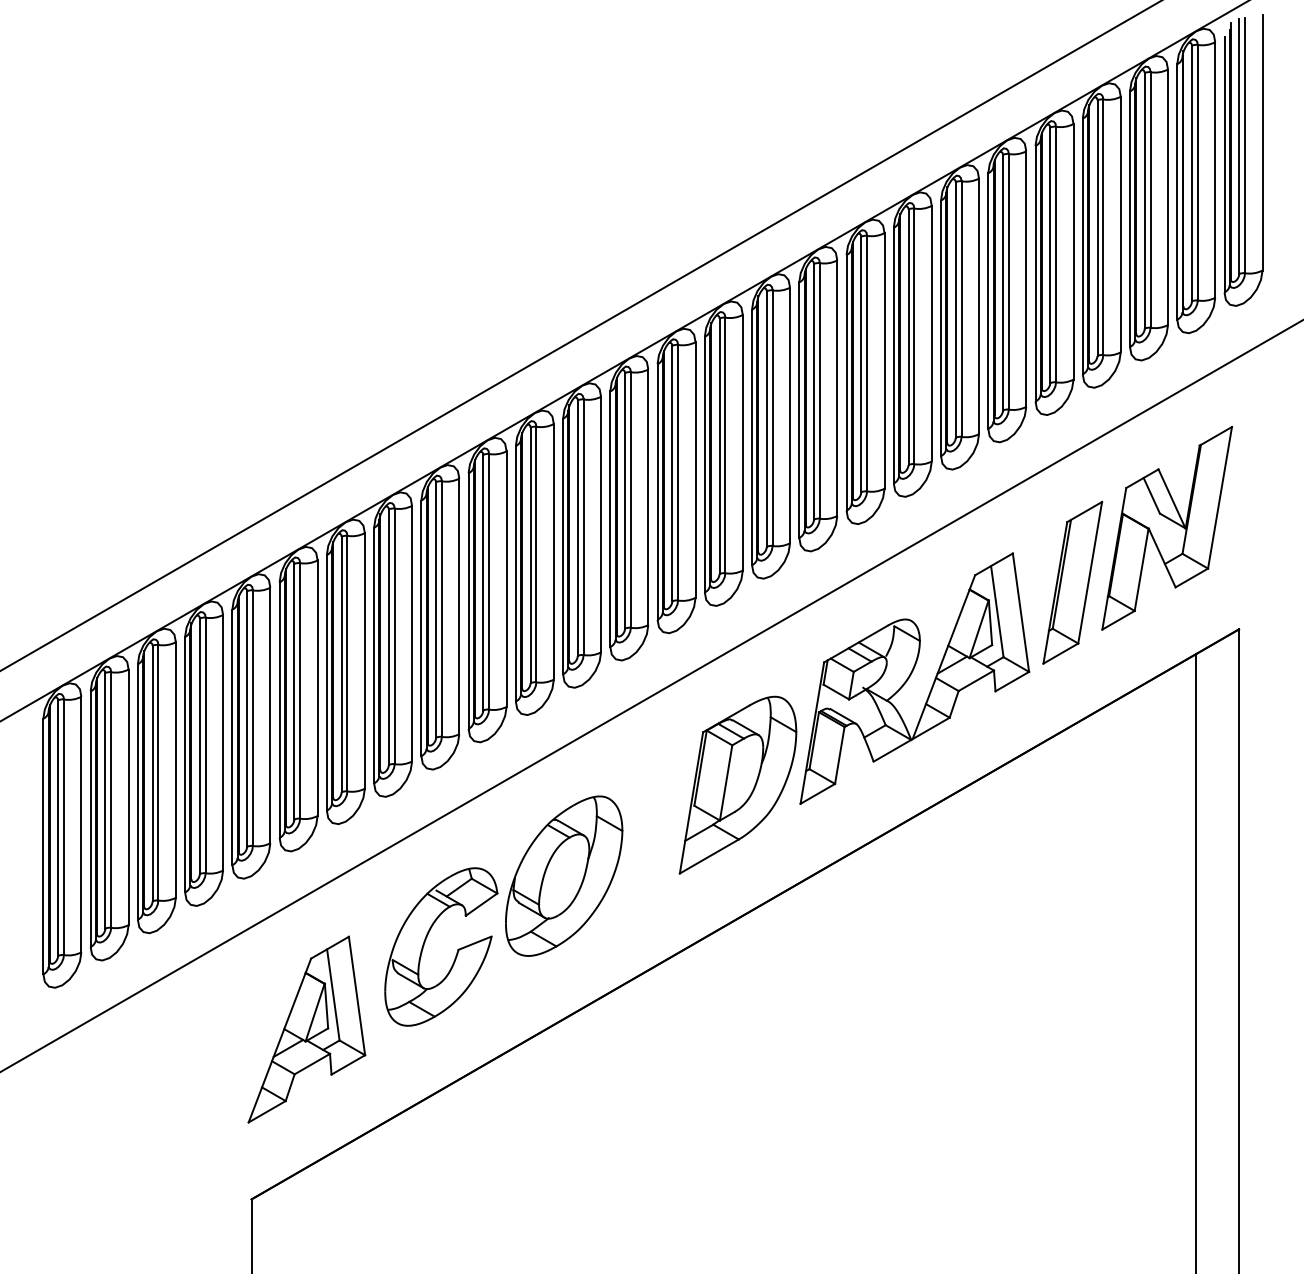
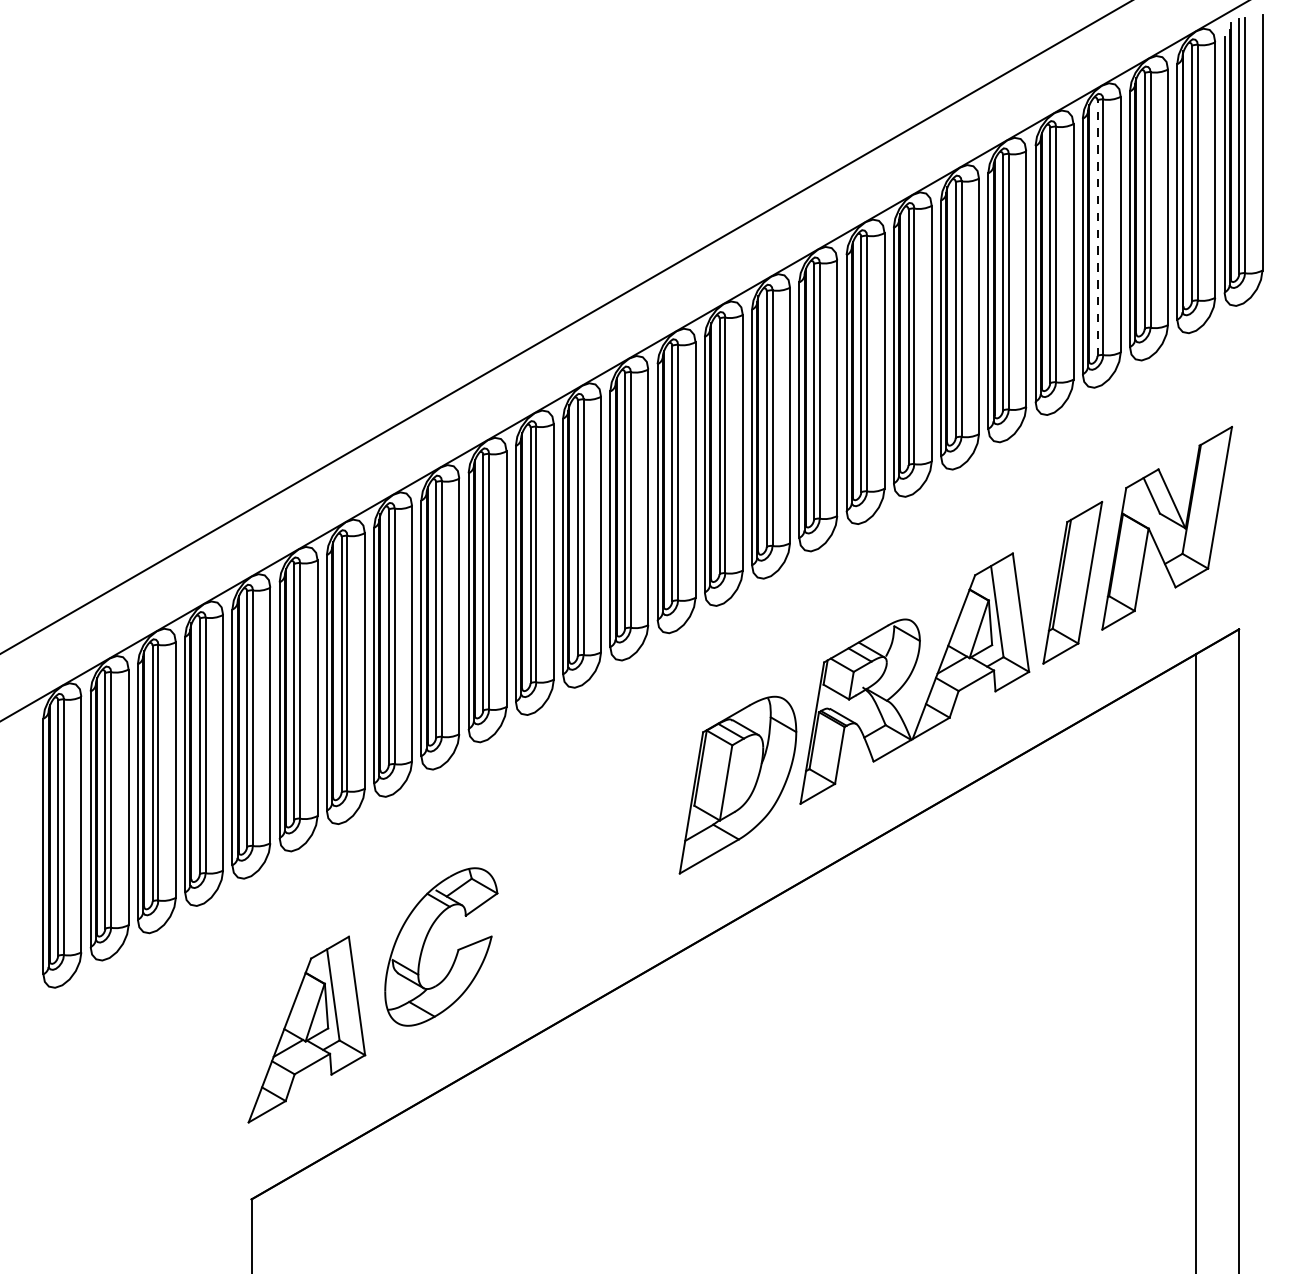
line at (1097, 228): solid -> dashed
line at (580, 335) position: (580, 335) -> (565, 327)
line at (651, 696): present -> none
part at (564, 875): present -> none
